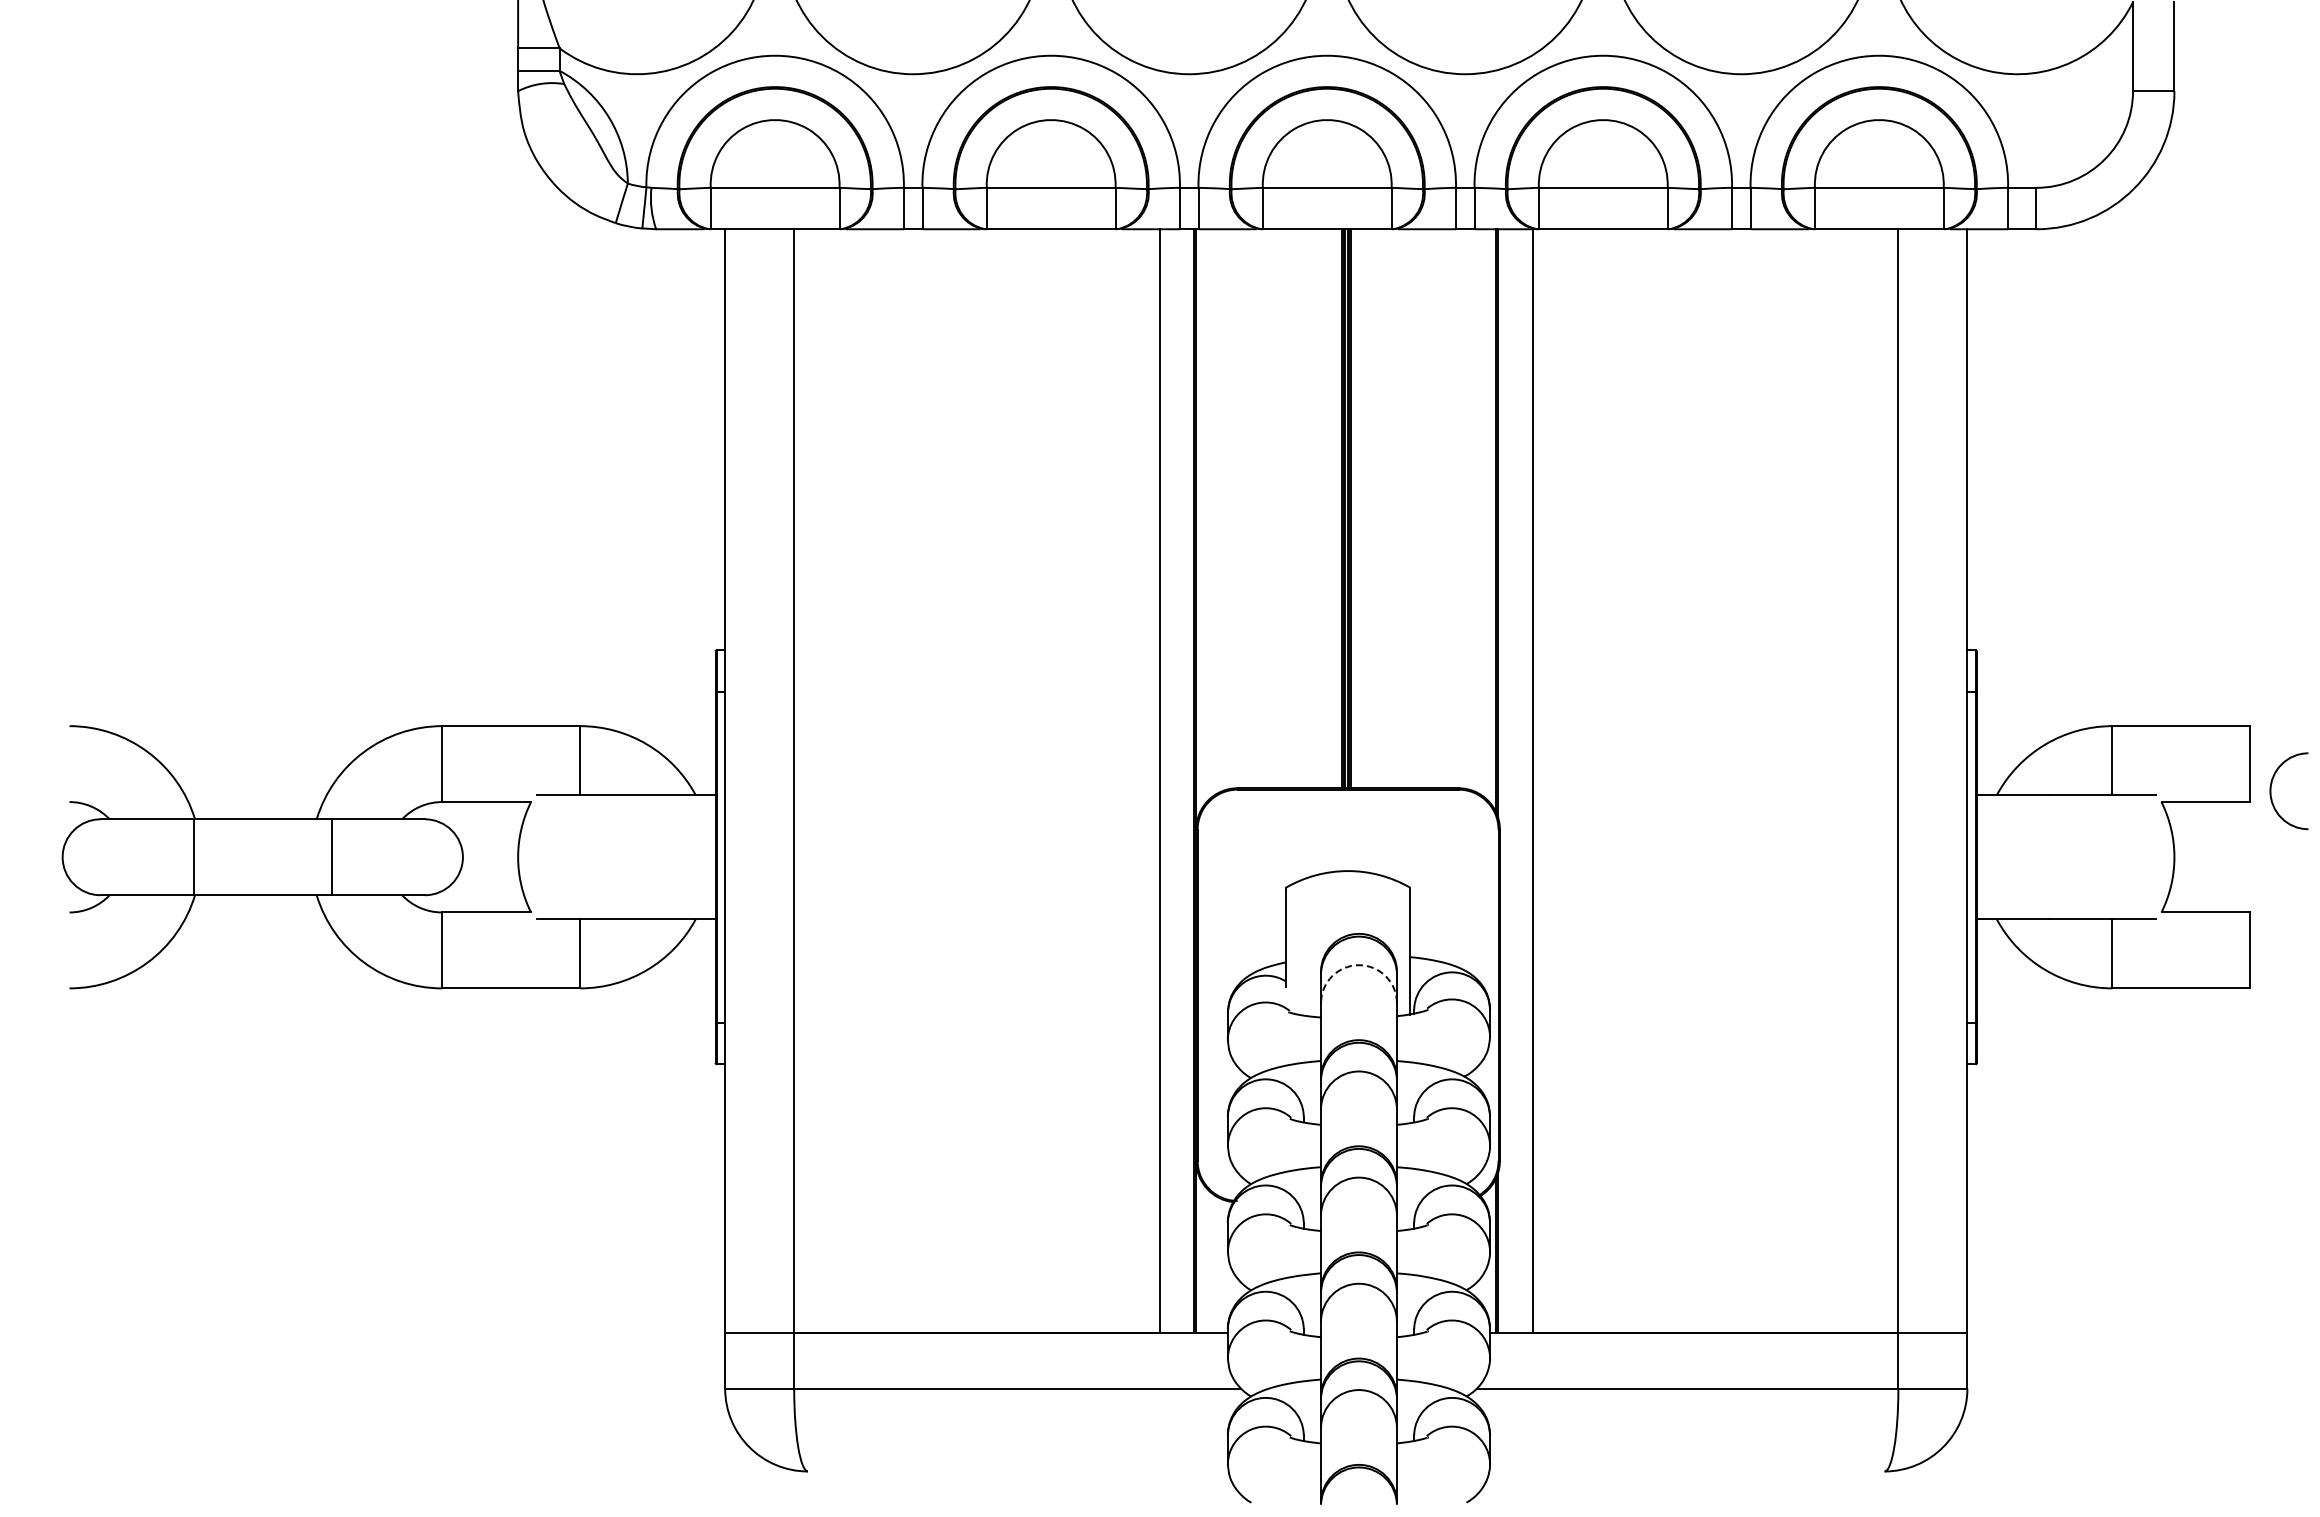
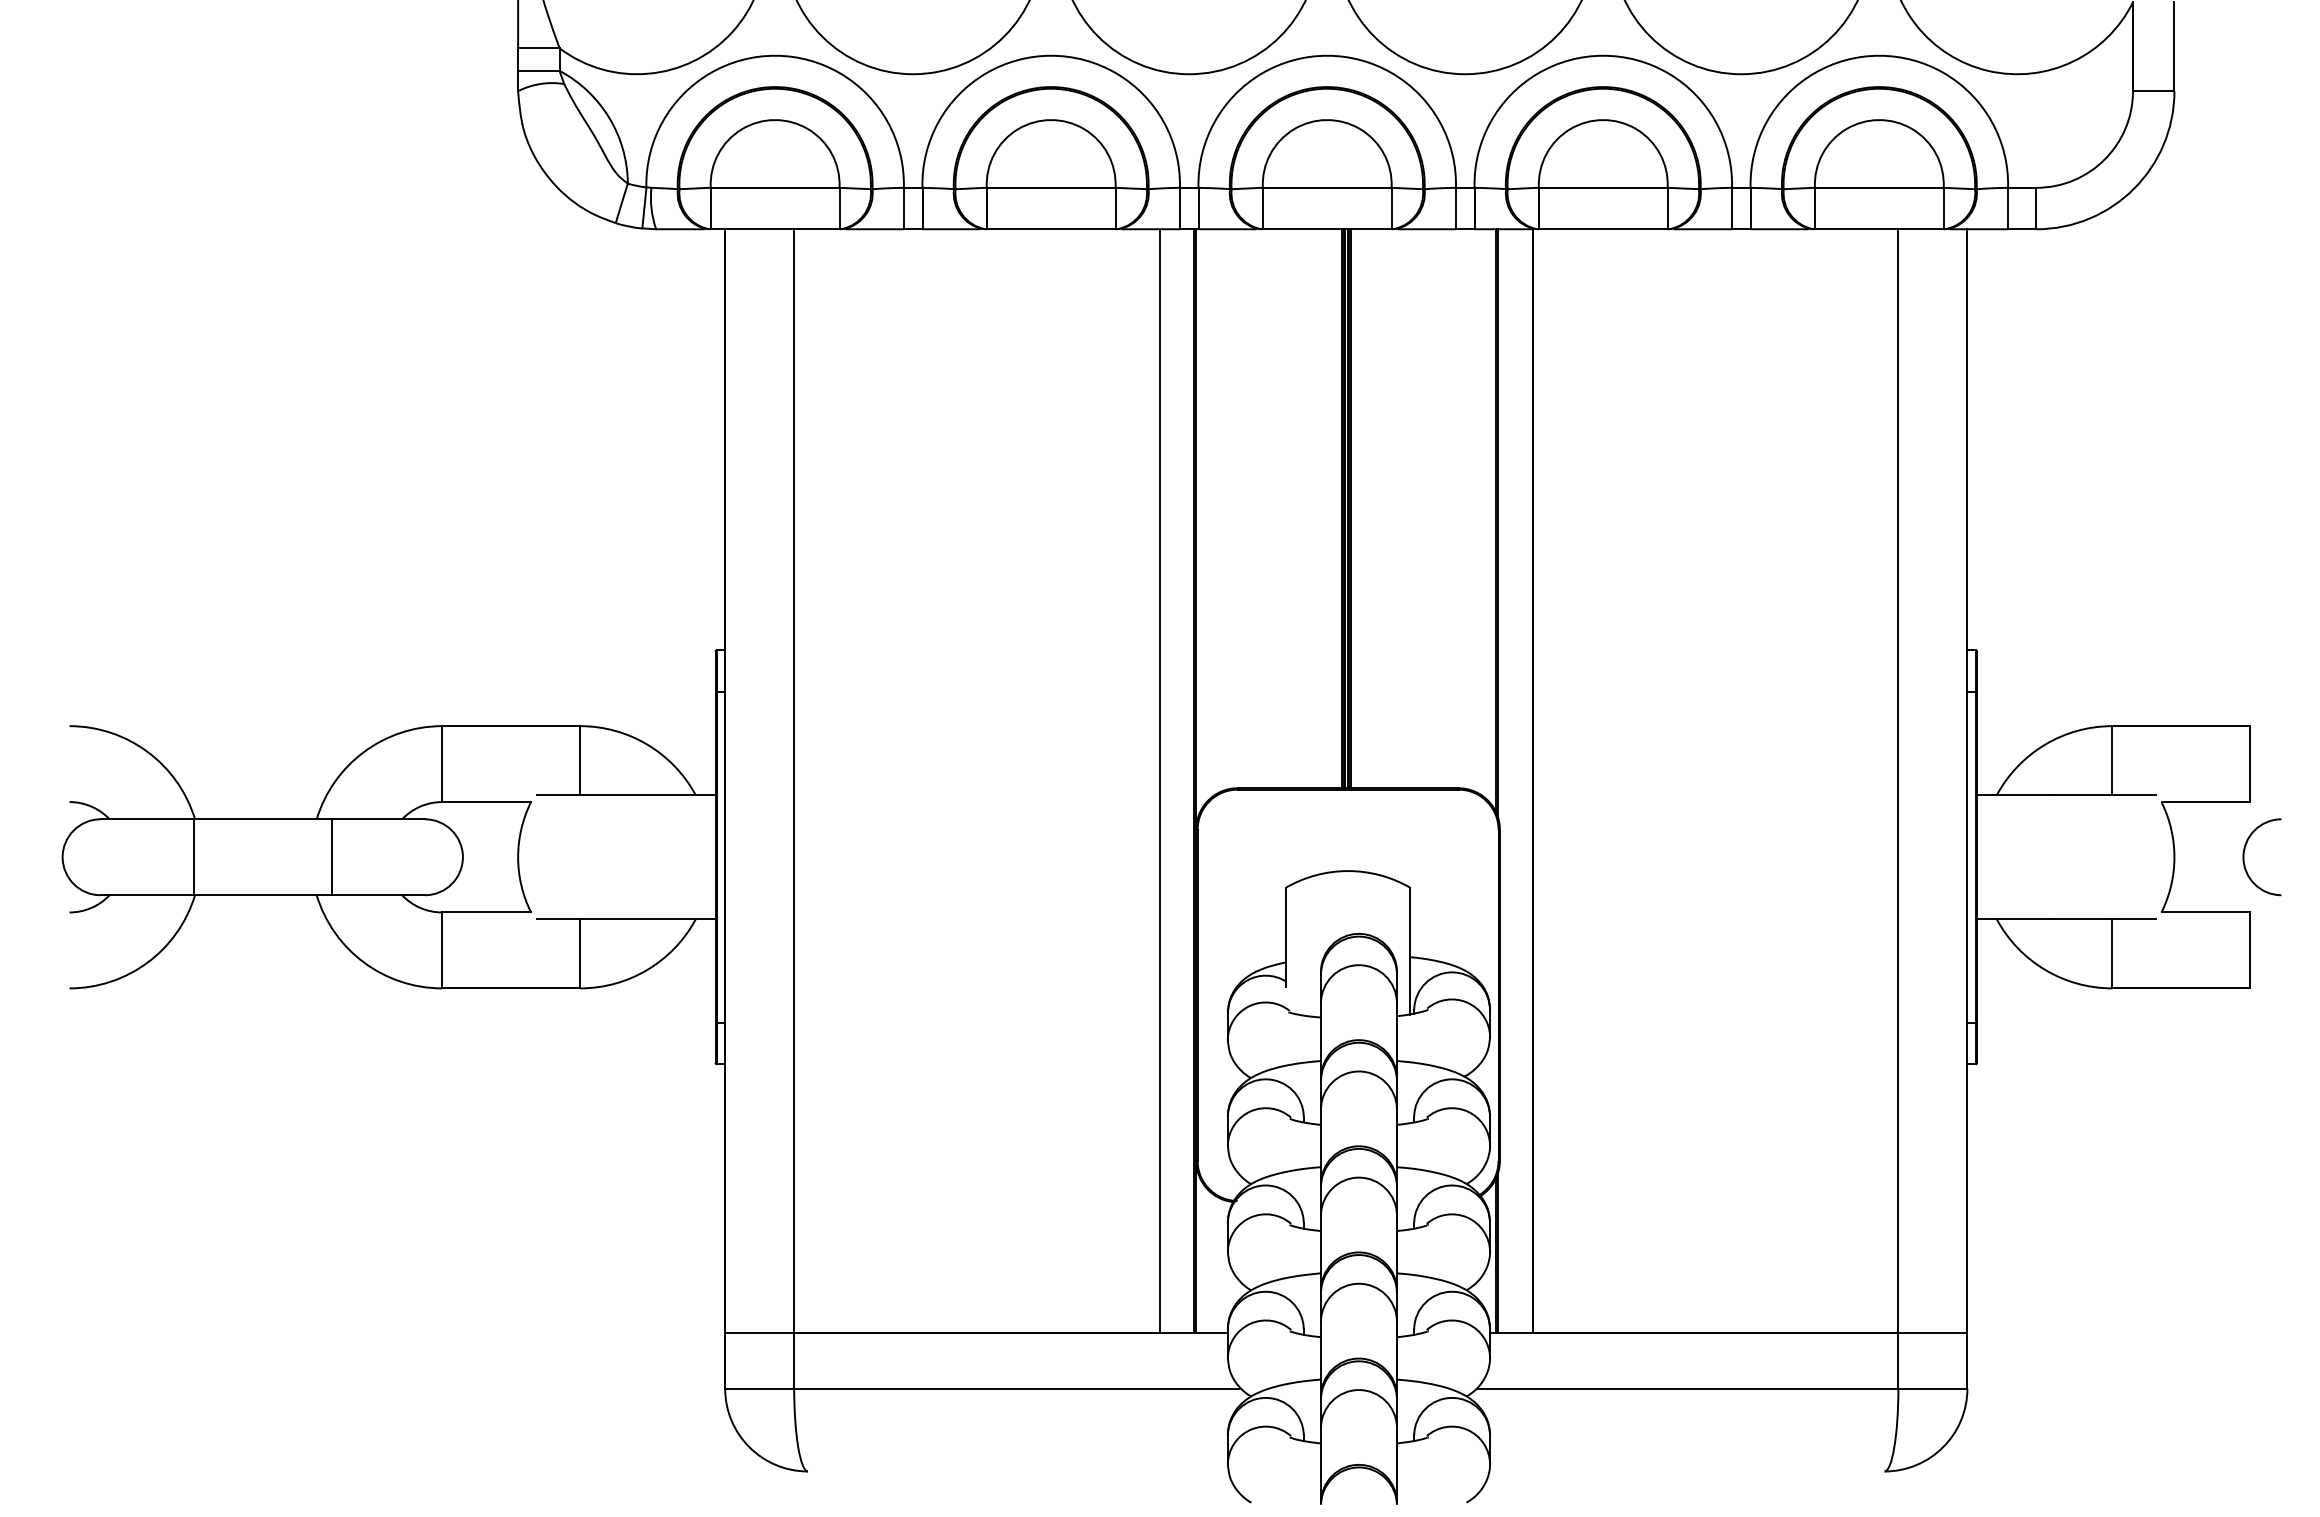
arc at (2271, 791) position: (2271, 791) -> (2244, 857)
arc at (1358, 965): dashed -> solid
